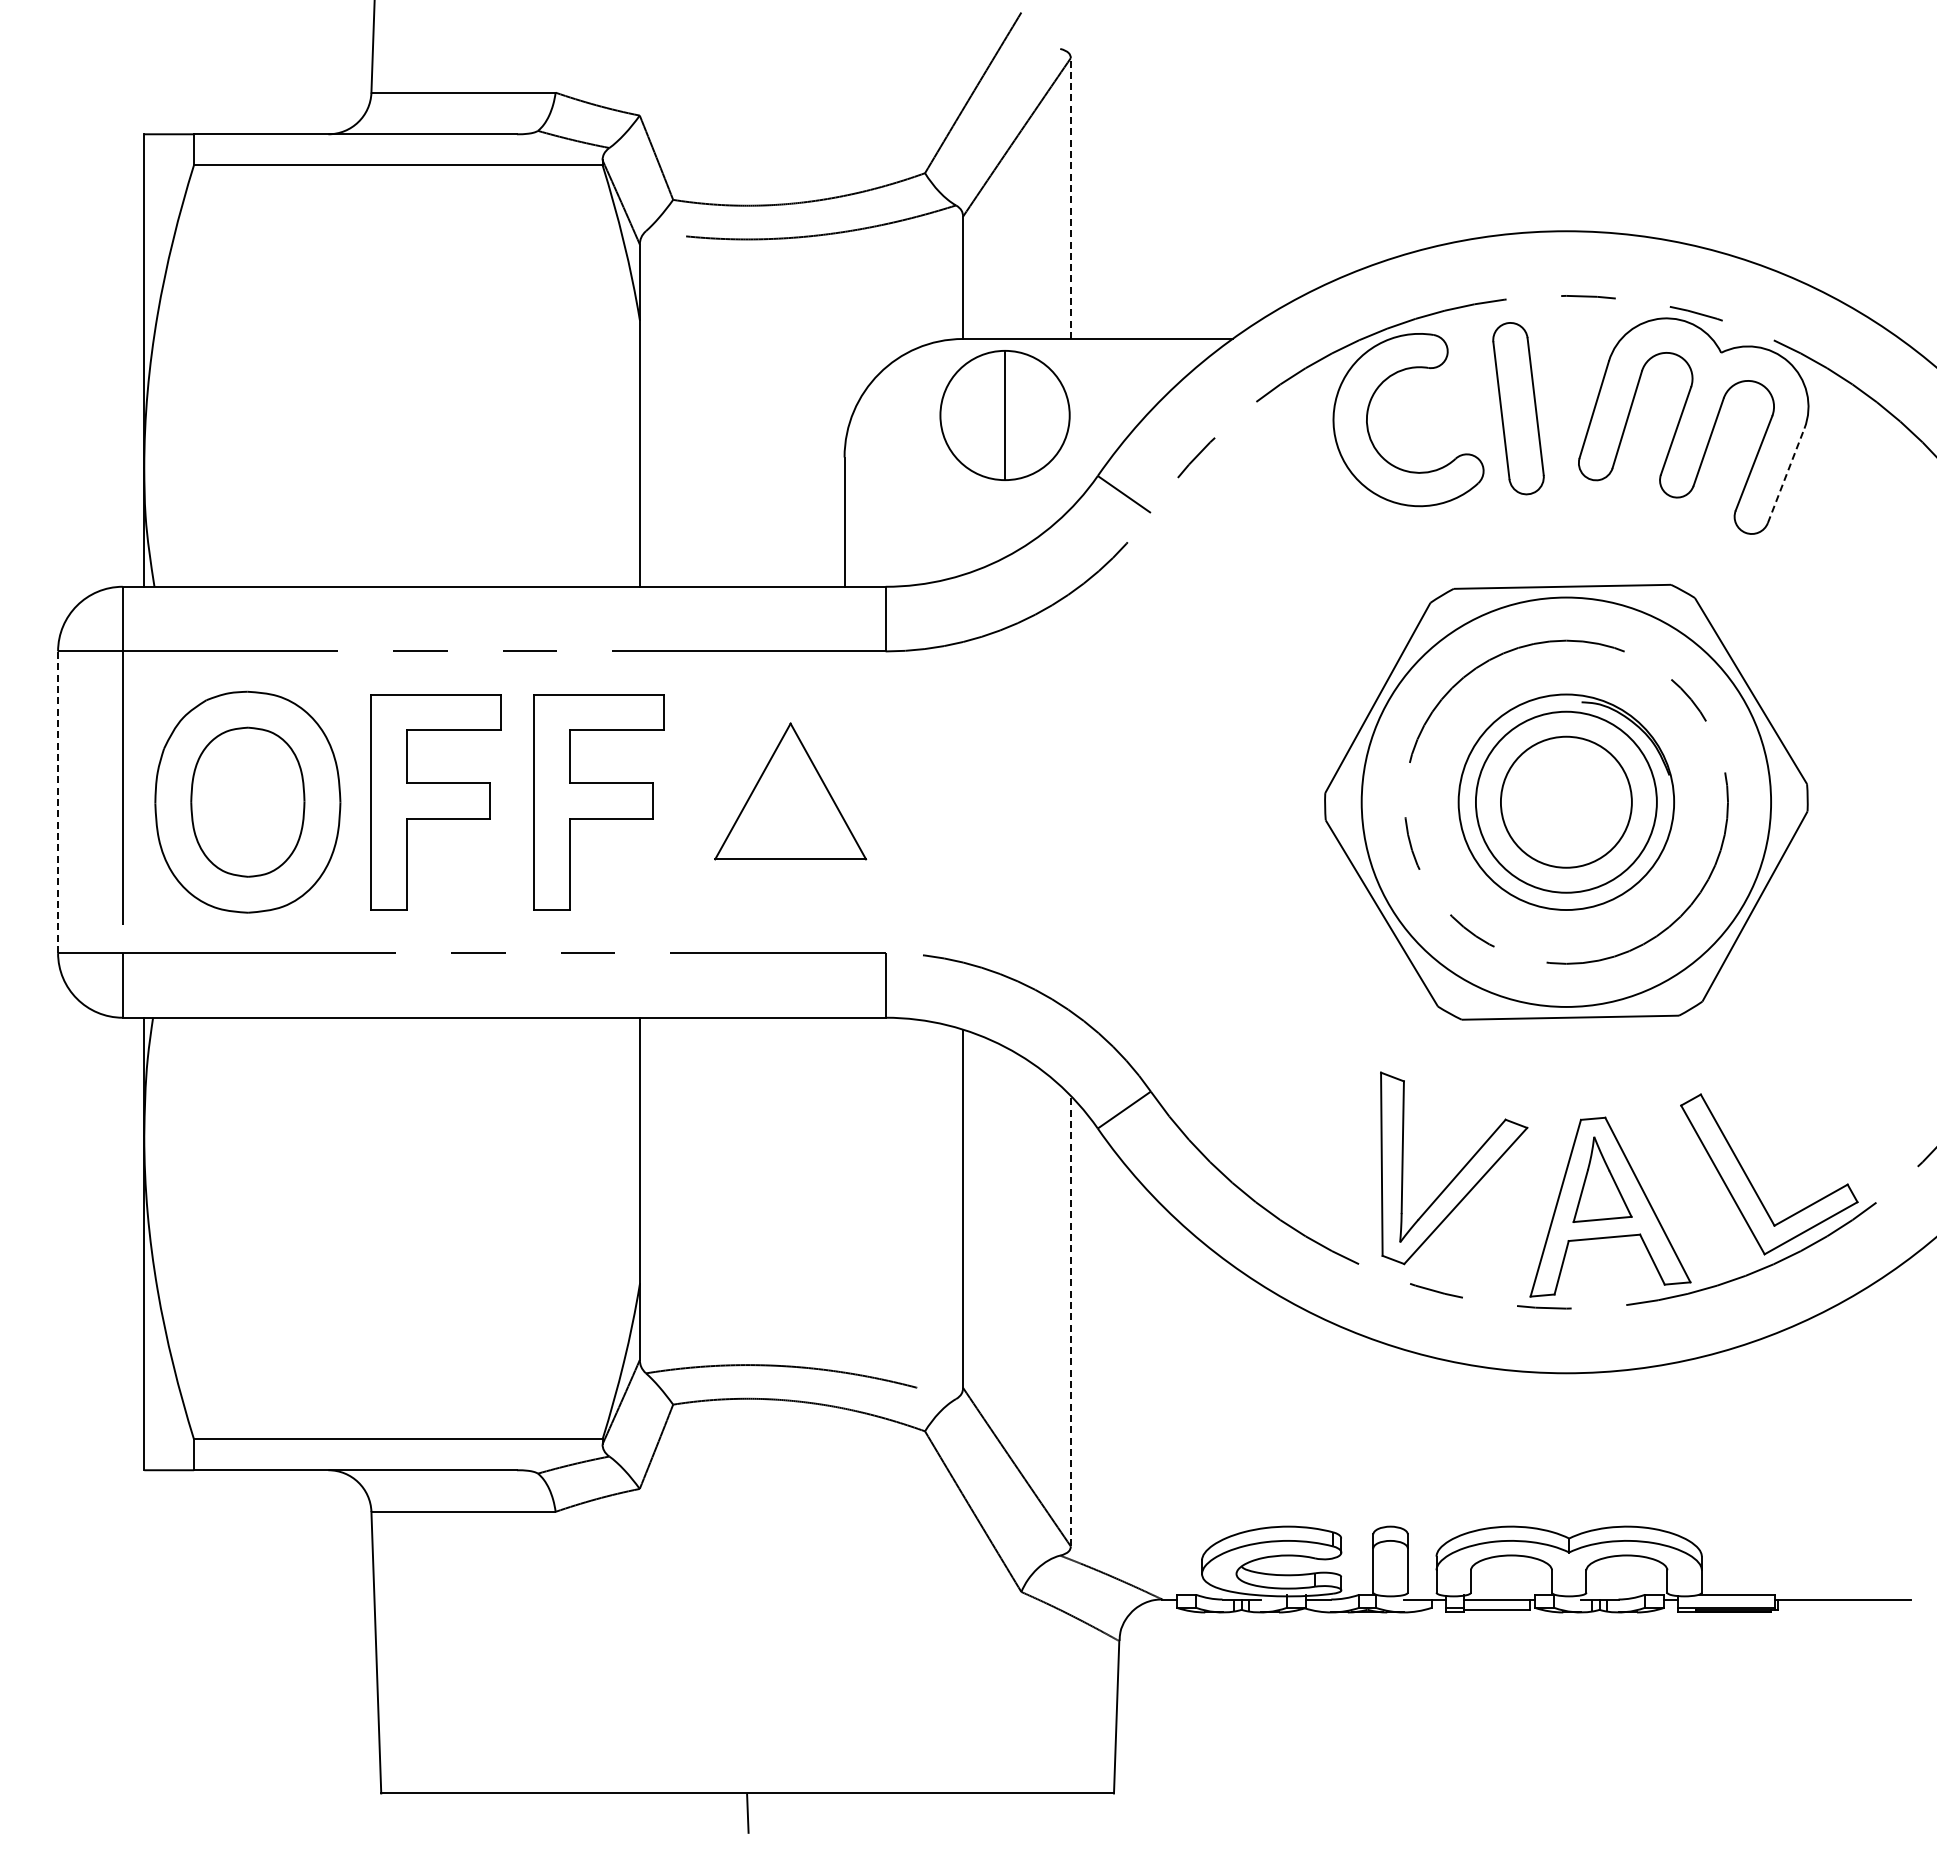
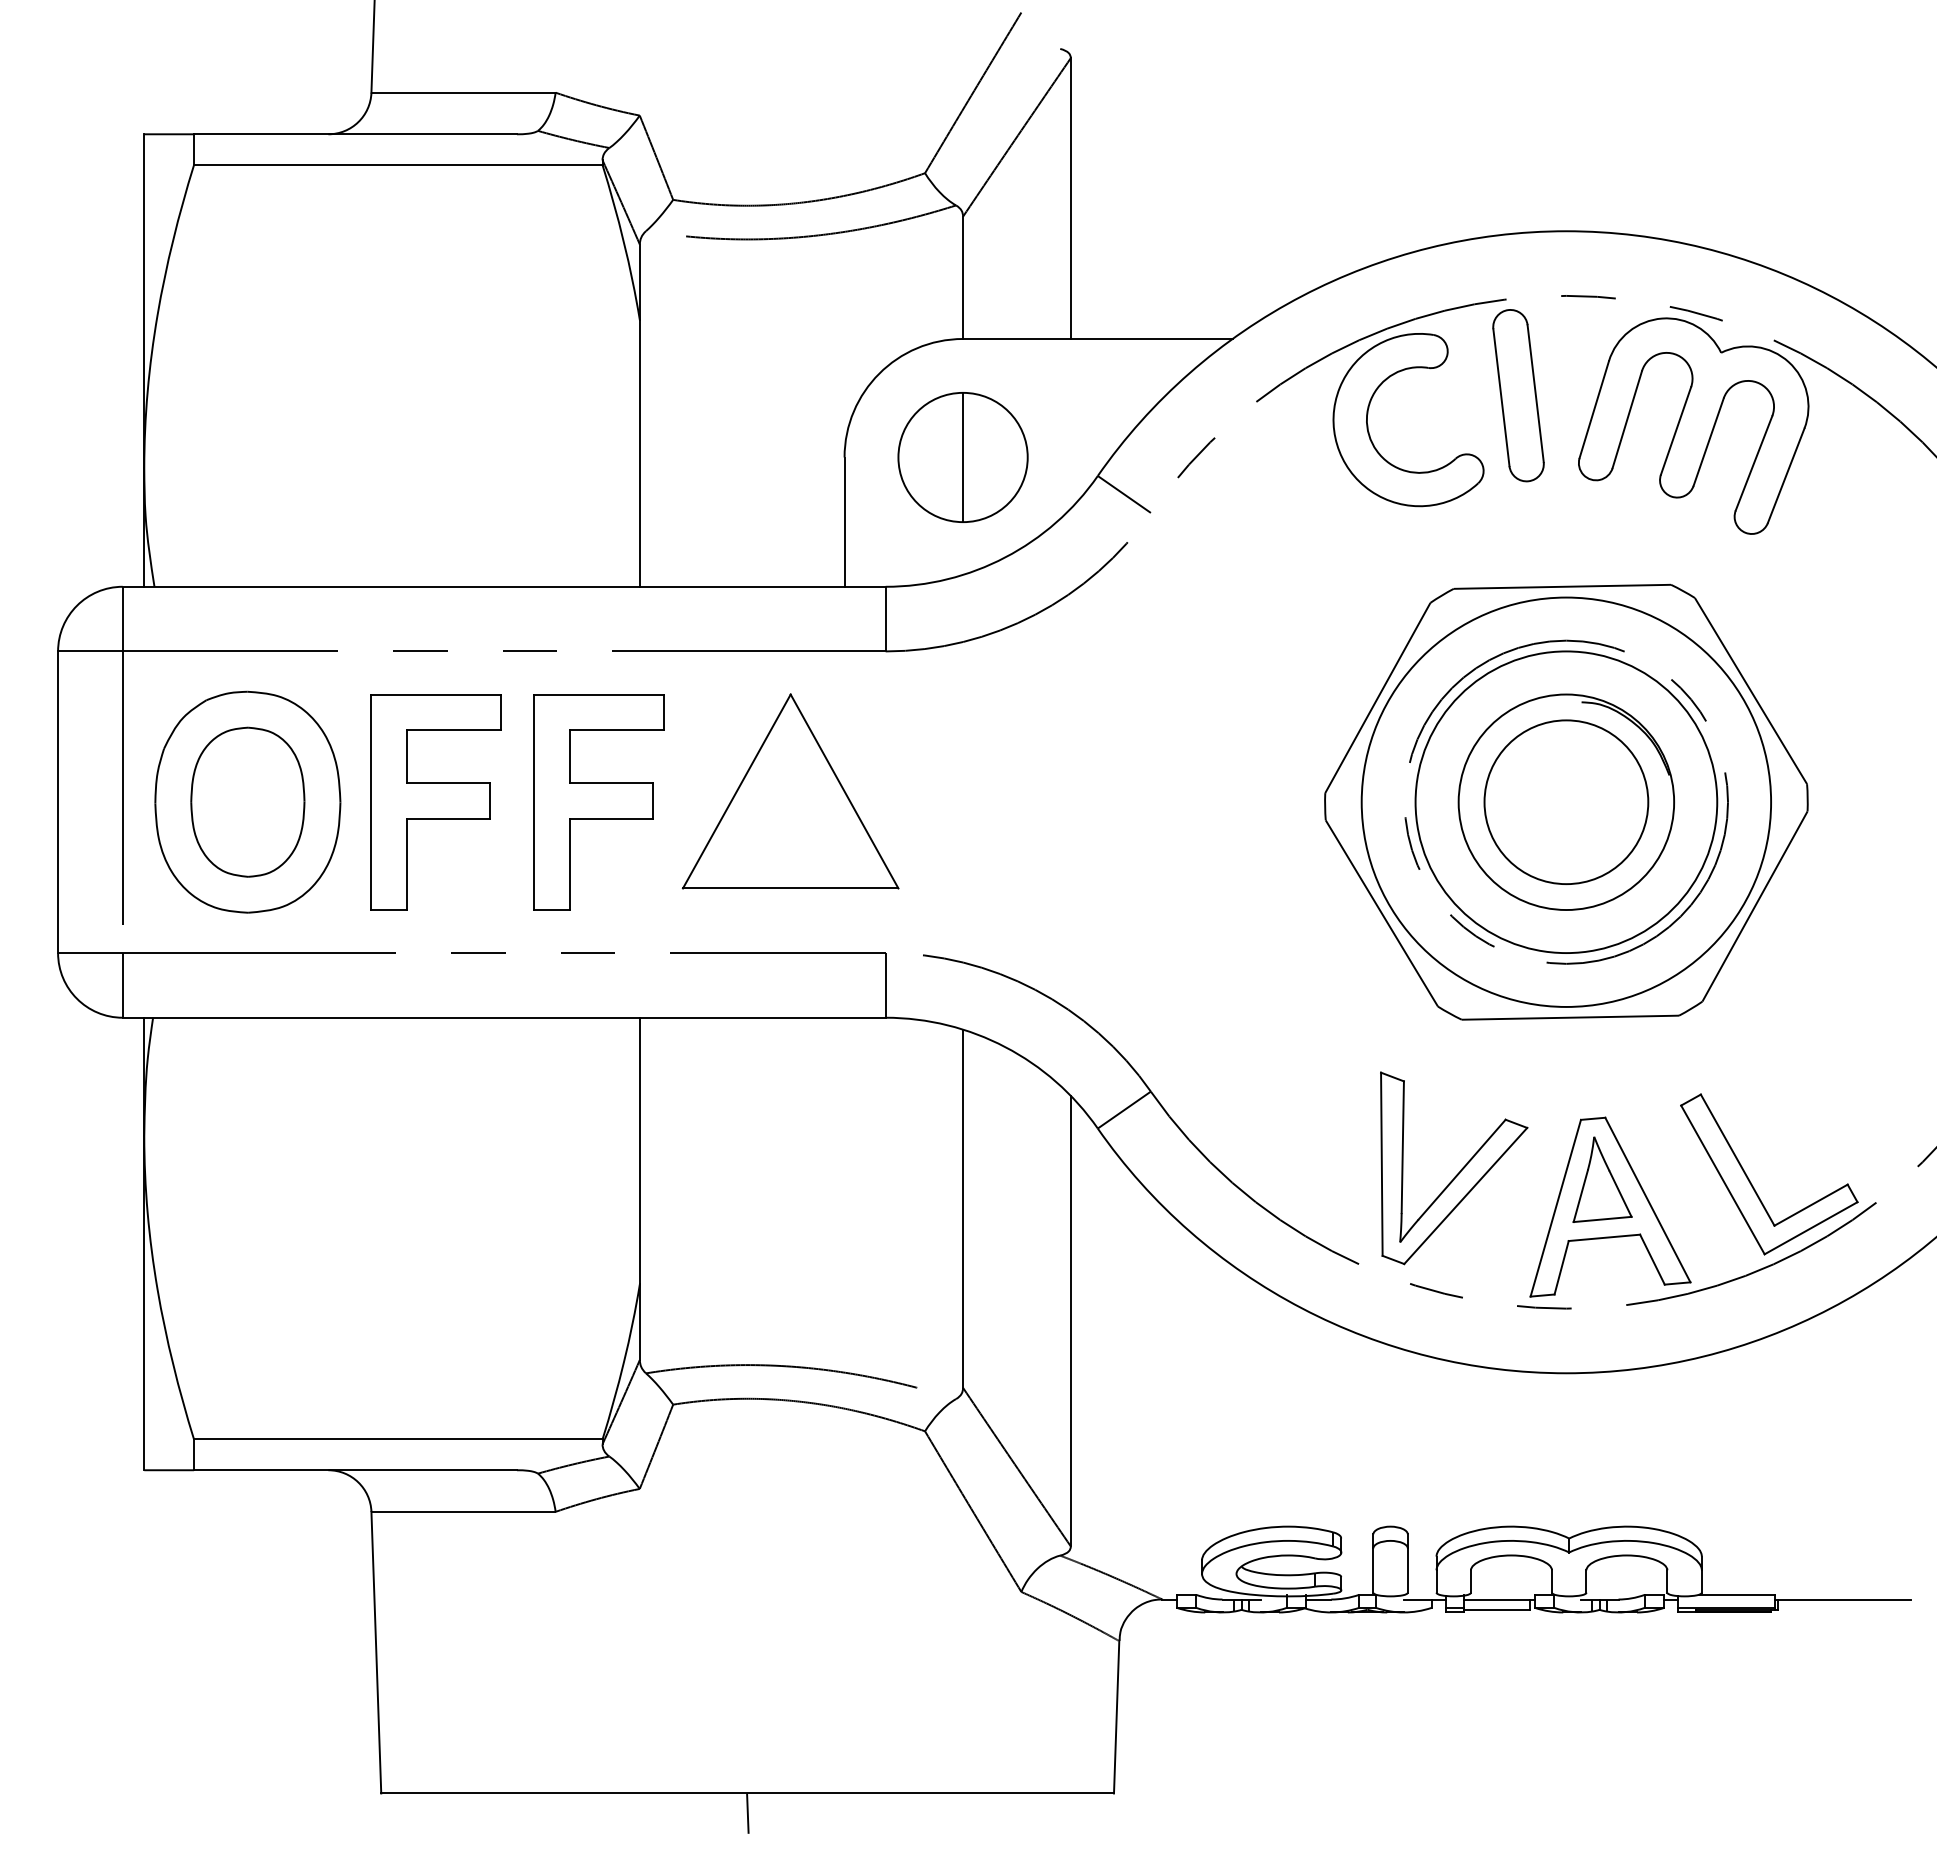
line at (1070, 198): dashed -> solid
part at (1518, 408) position: (1518, 408) -> (1518, 395)
part at (1004, 415) position: (1004, 415) -> (962, 457)
line at (1786, 475): dashed -> solid
part at (790, 791) size: 154x139 px -> 219x197 px
circle at (1565, 801) diameter: 131 px -> 164 px
circle at (1565, 801) diameter: 181 px -> 302 px
line at (58, 802): dashed -> solid
line at (1070, 1320): dashed -> solid
